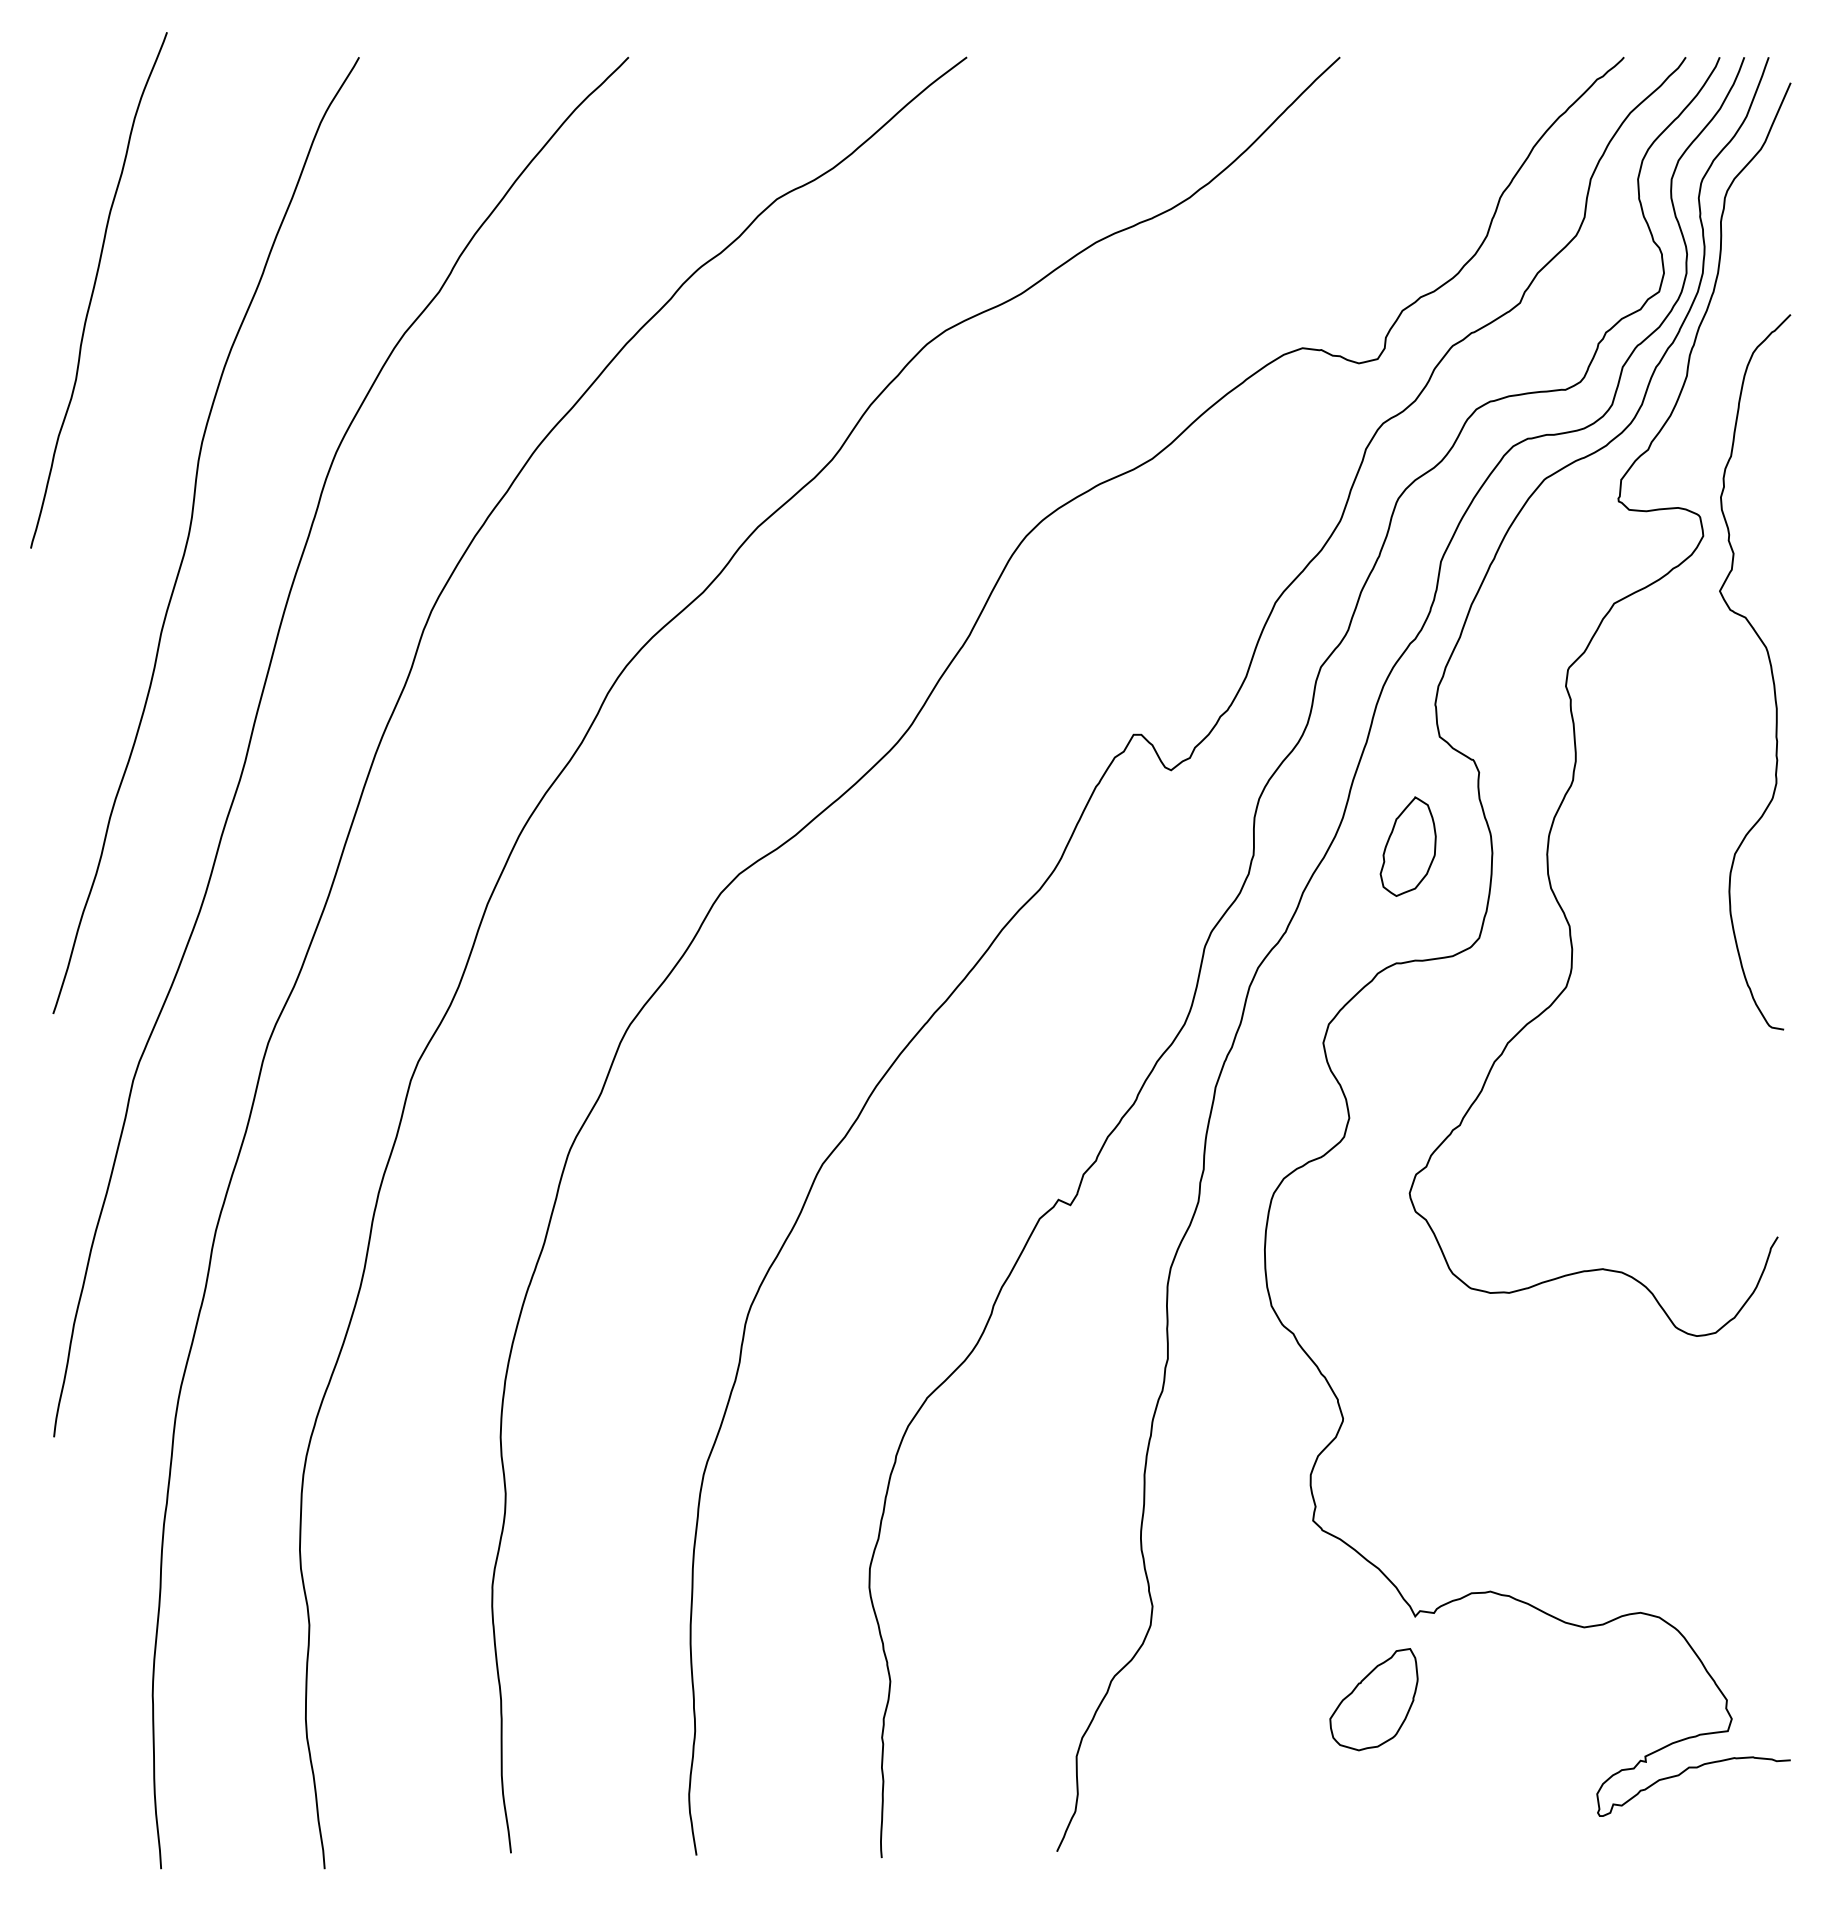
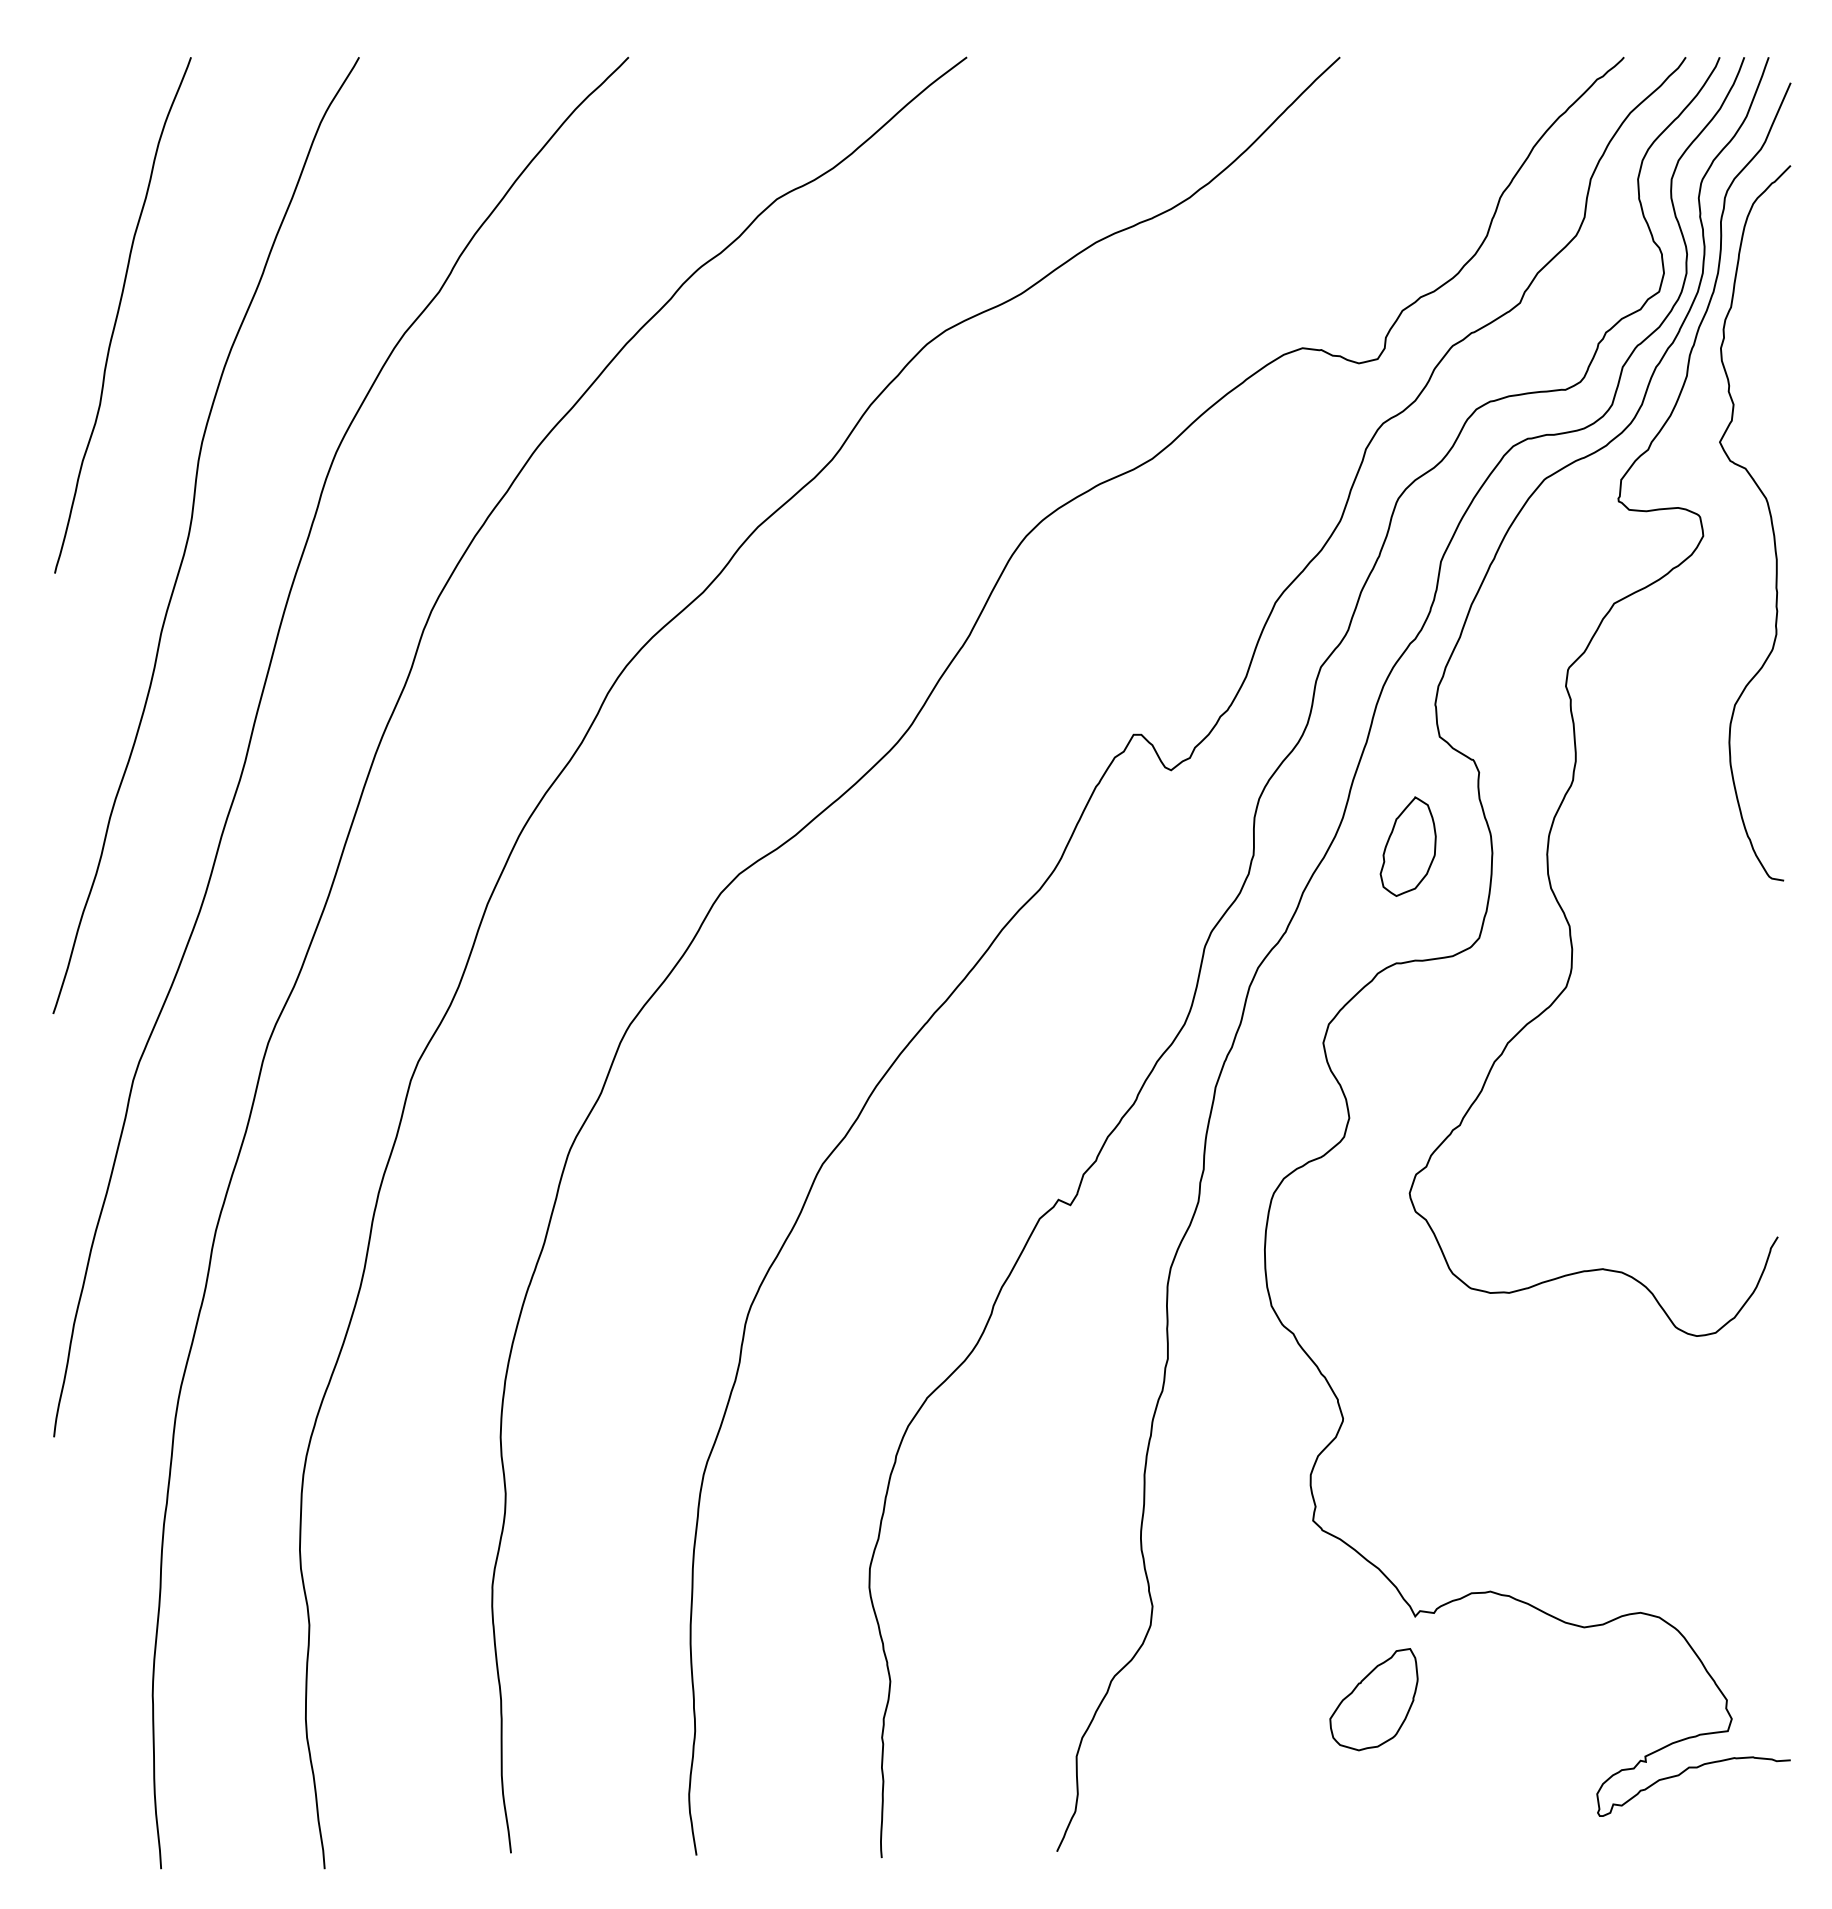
curve at (94, 290) position: (94, 290) -> (118, 315)
curve at (1770, 670) position: (1770, 670) -> (1770, 521)
